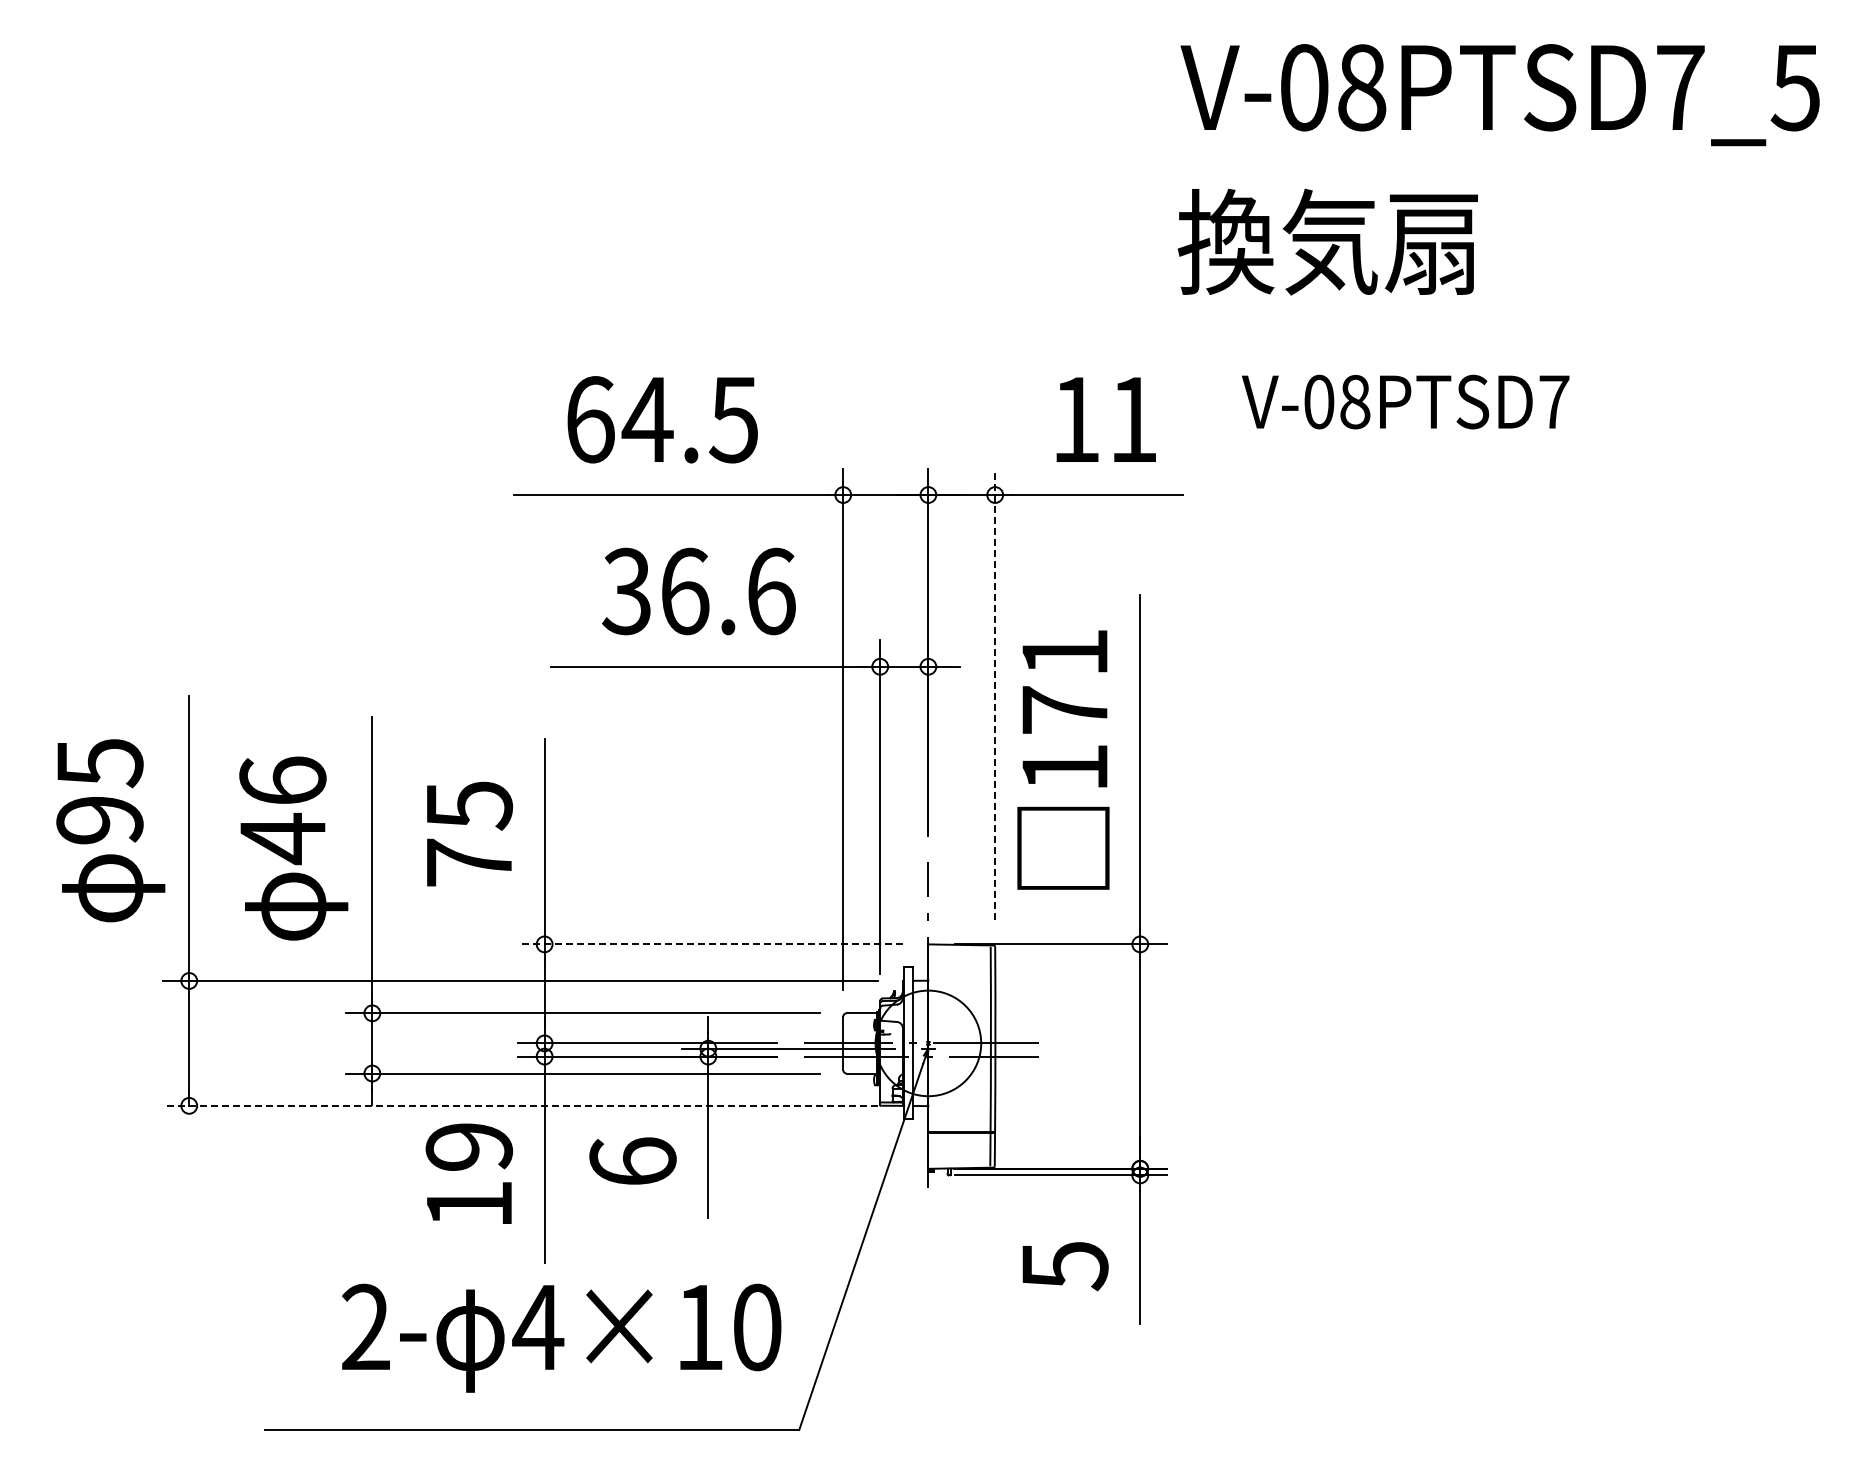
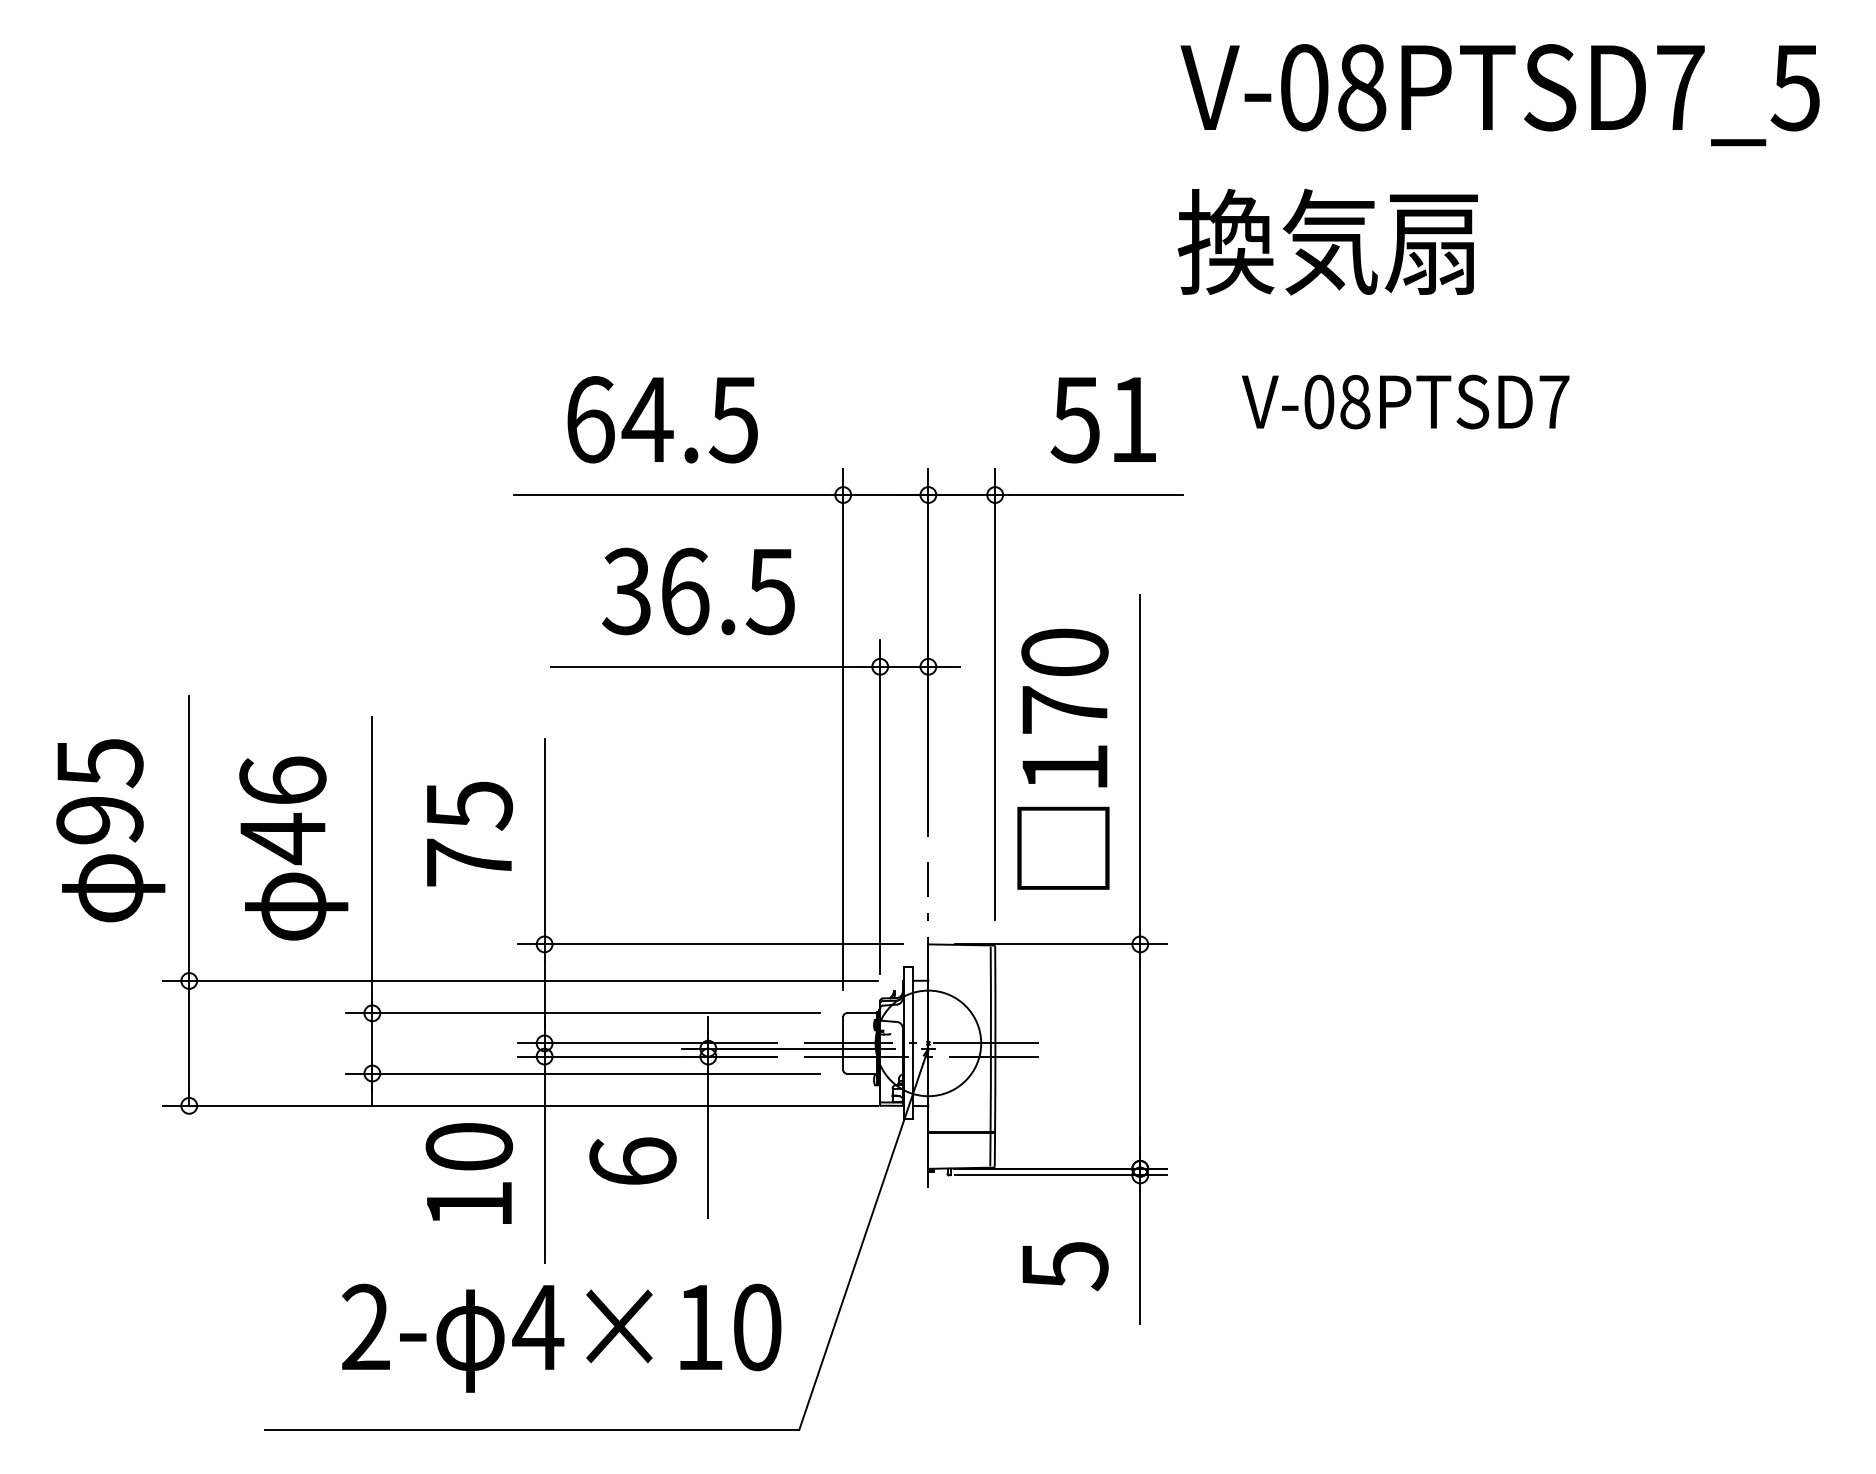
text at (1074, 420): 11 -> 51
text at (770, 591): 36.6 -> 36.5
text at (1064, 652): 171 -> 170
line at (995, 694): dashed -> solid
line at (709, 944): dashed -> solid
line at (519, 1105): dashed -> solid
text at (469, 1146): 19 -> 10
